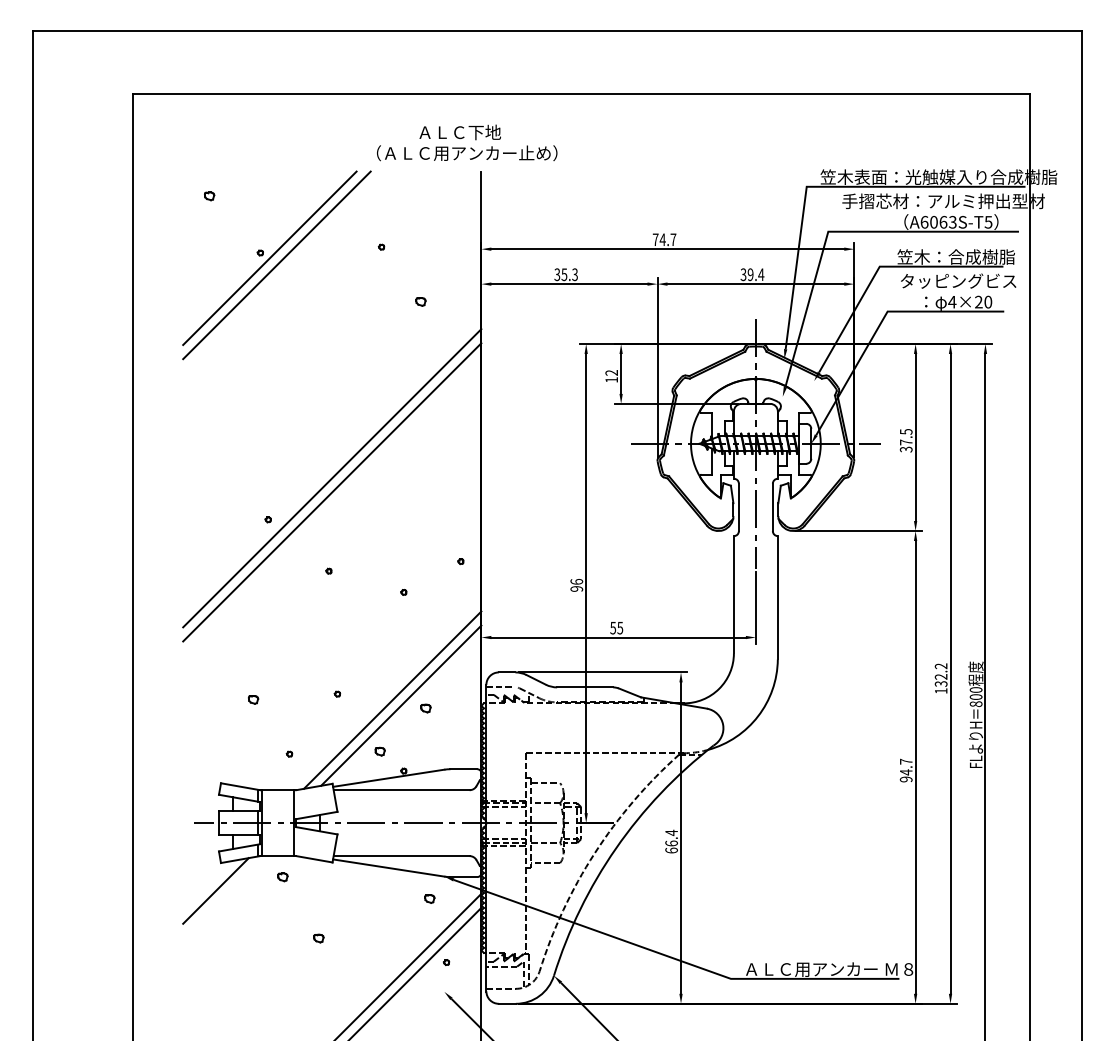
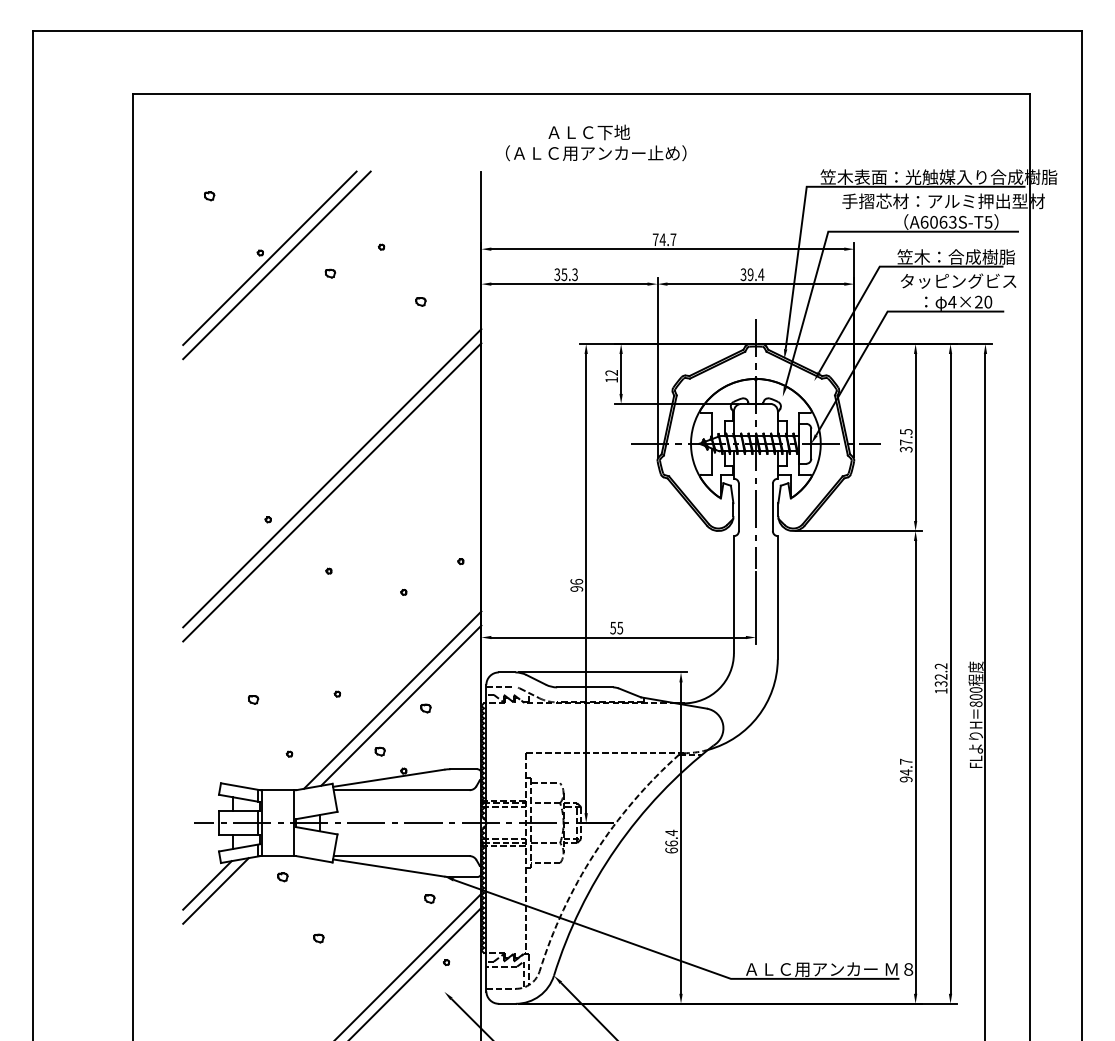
text at (467, 142) position: (467, 142) -> (596, 142)
part at (330, 273): none -> present
line at (207, 885): none -> present
